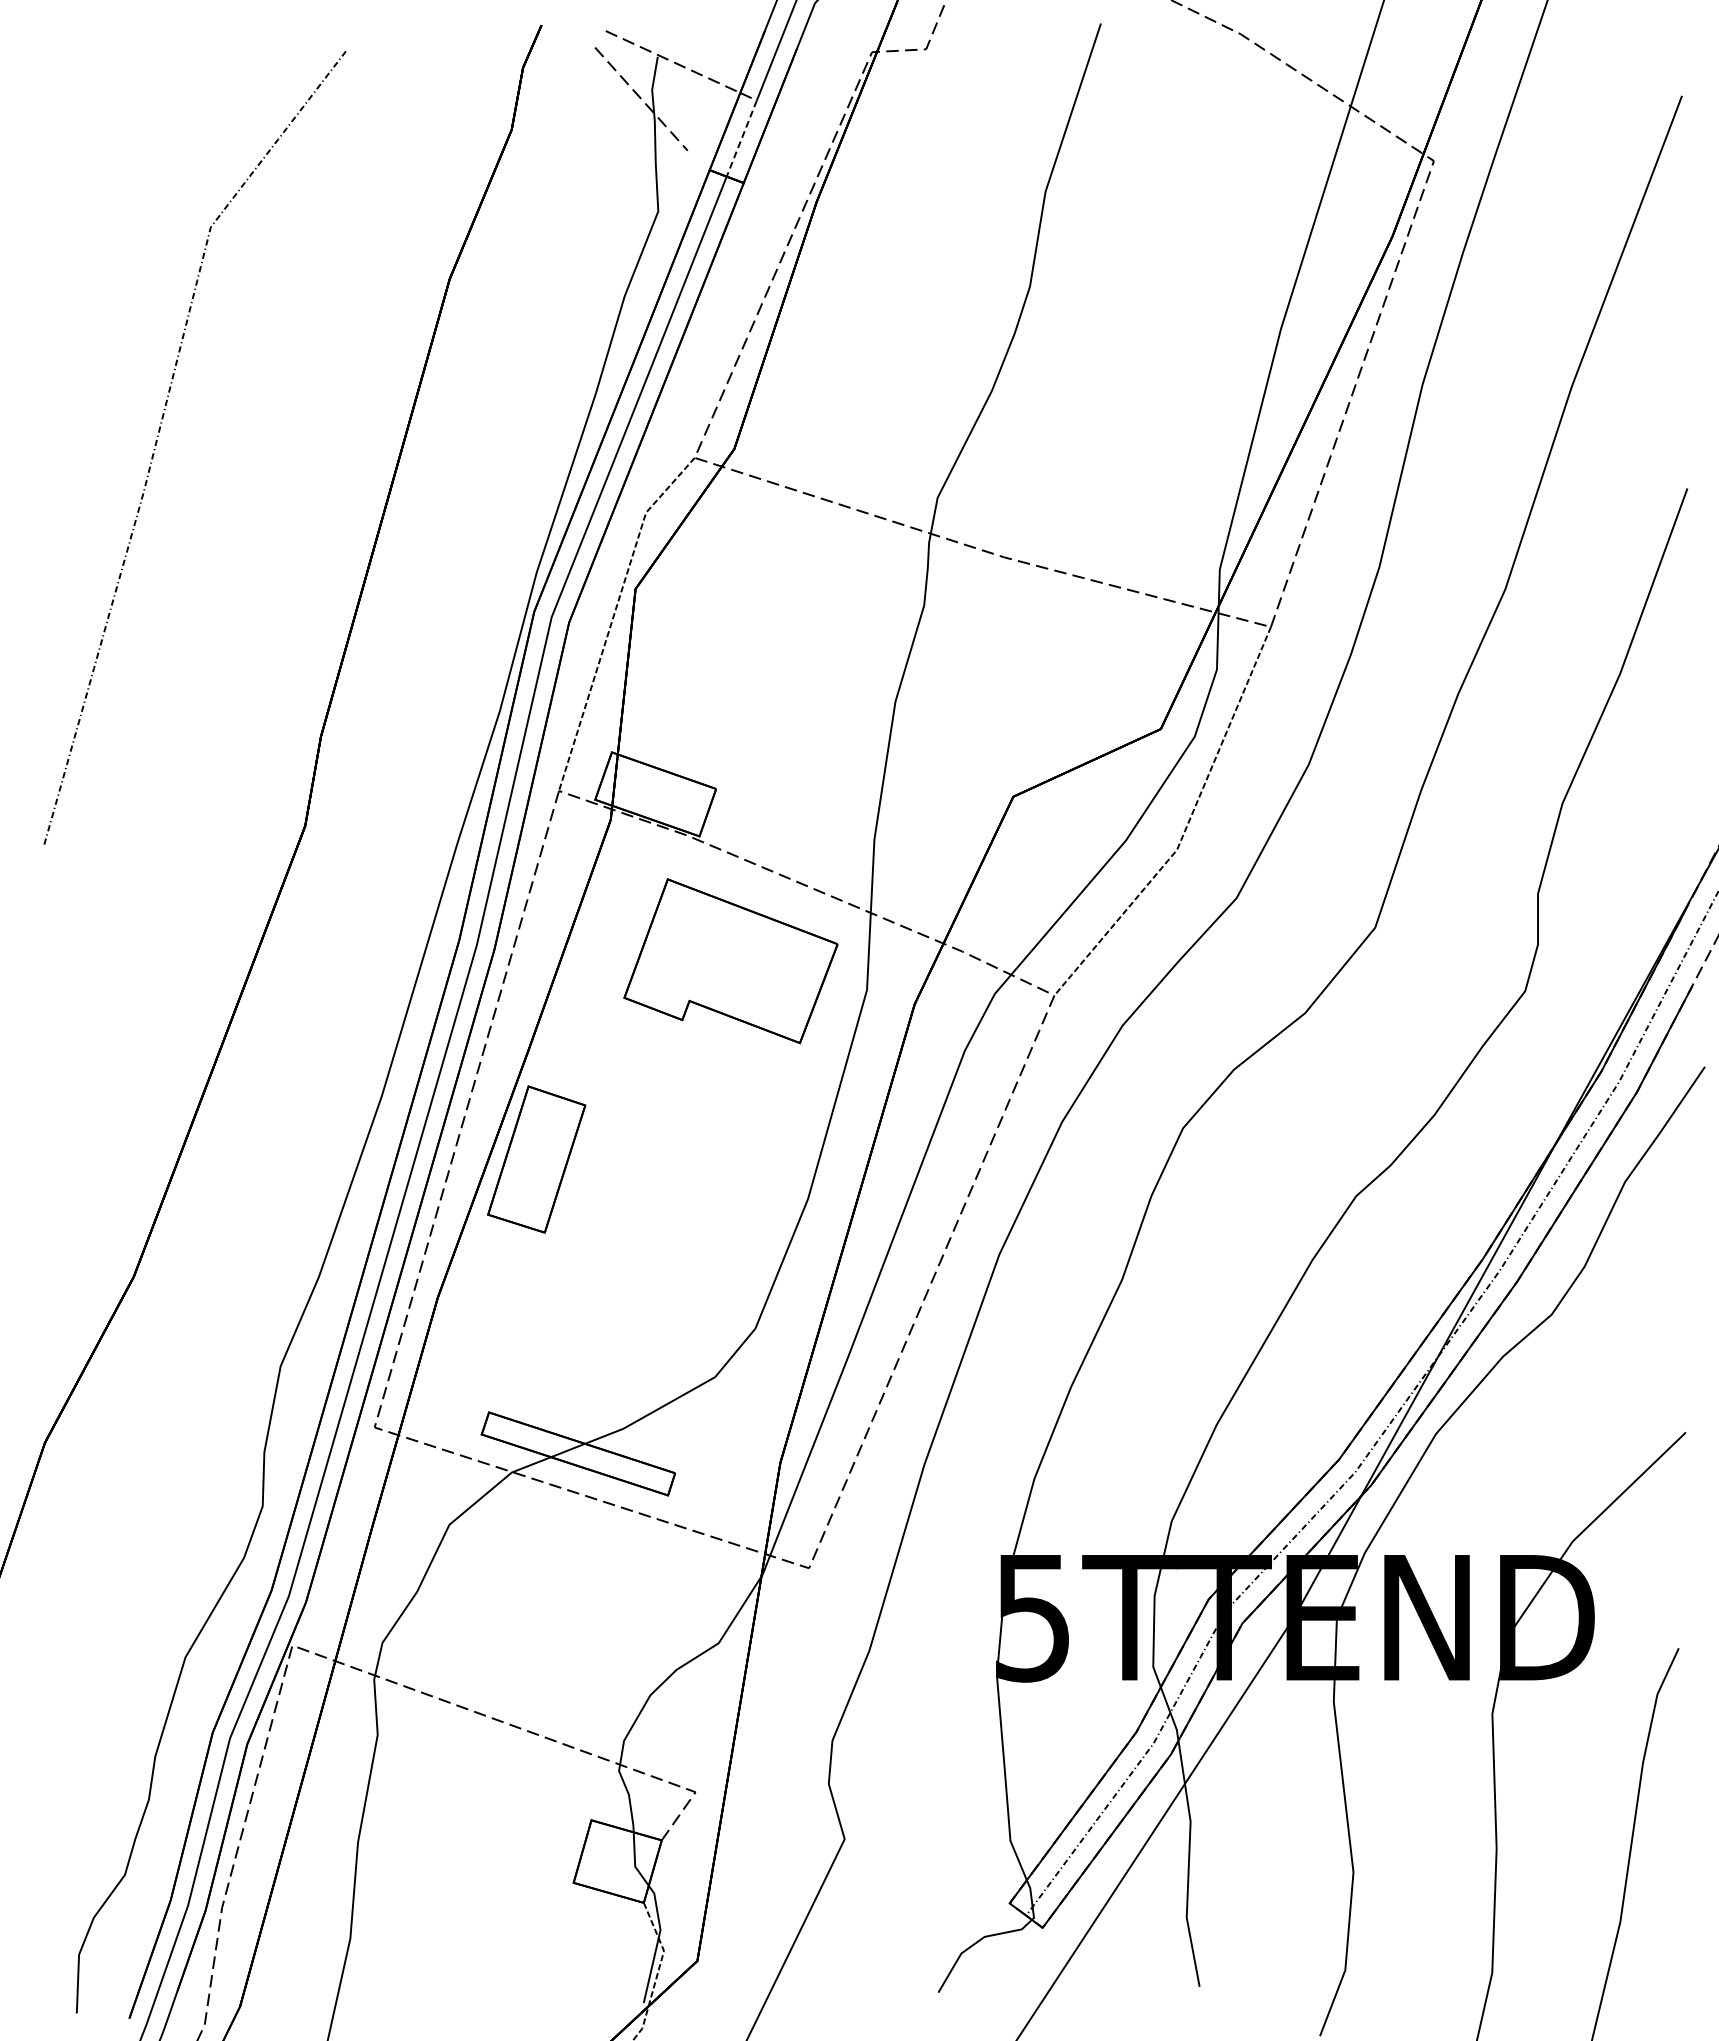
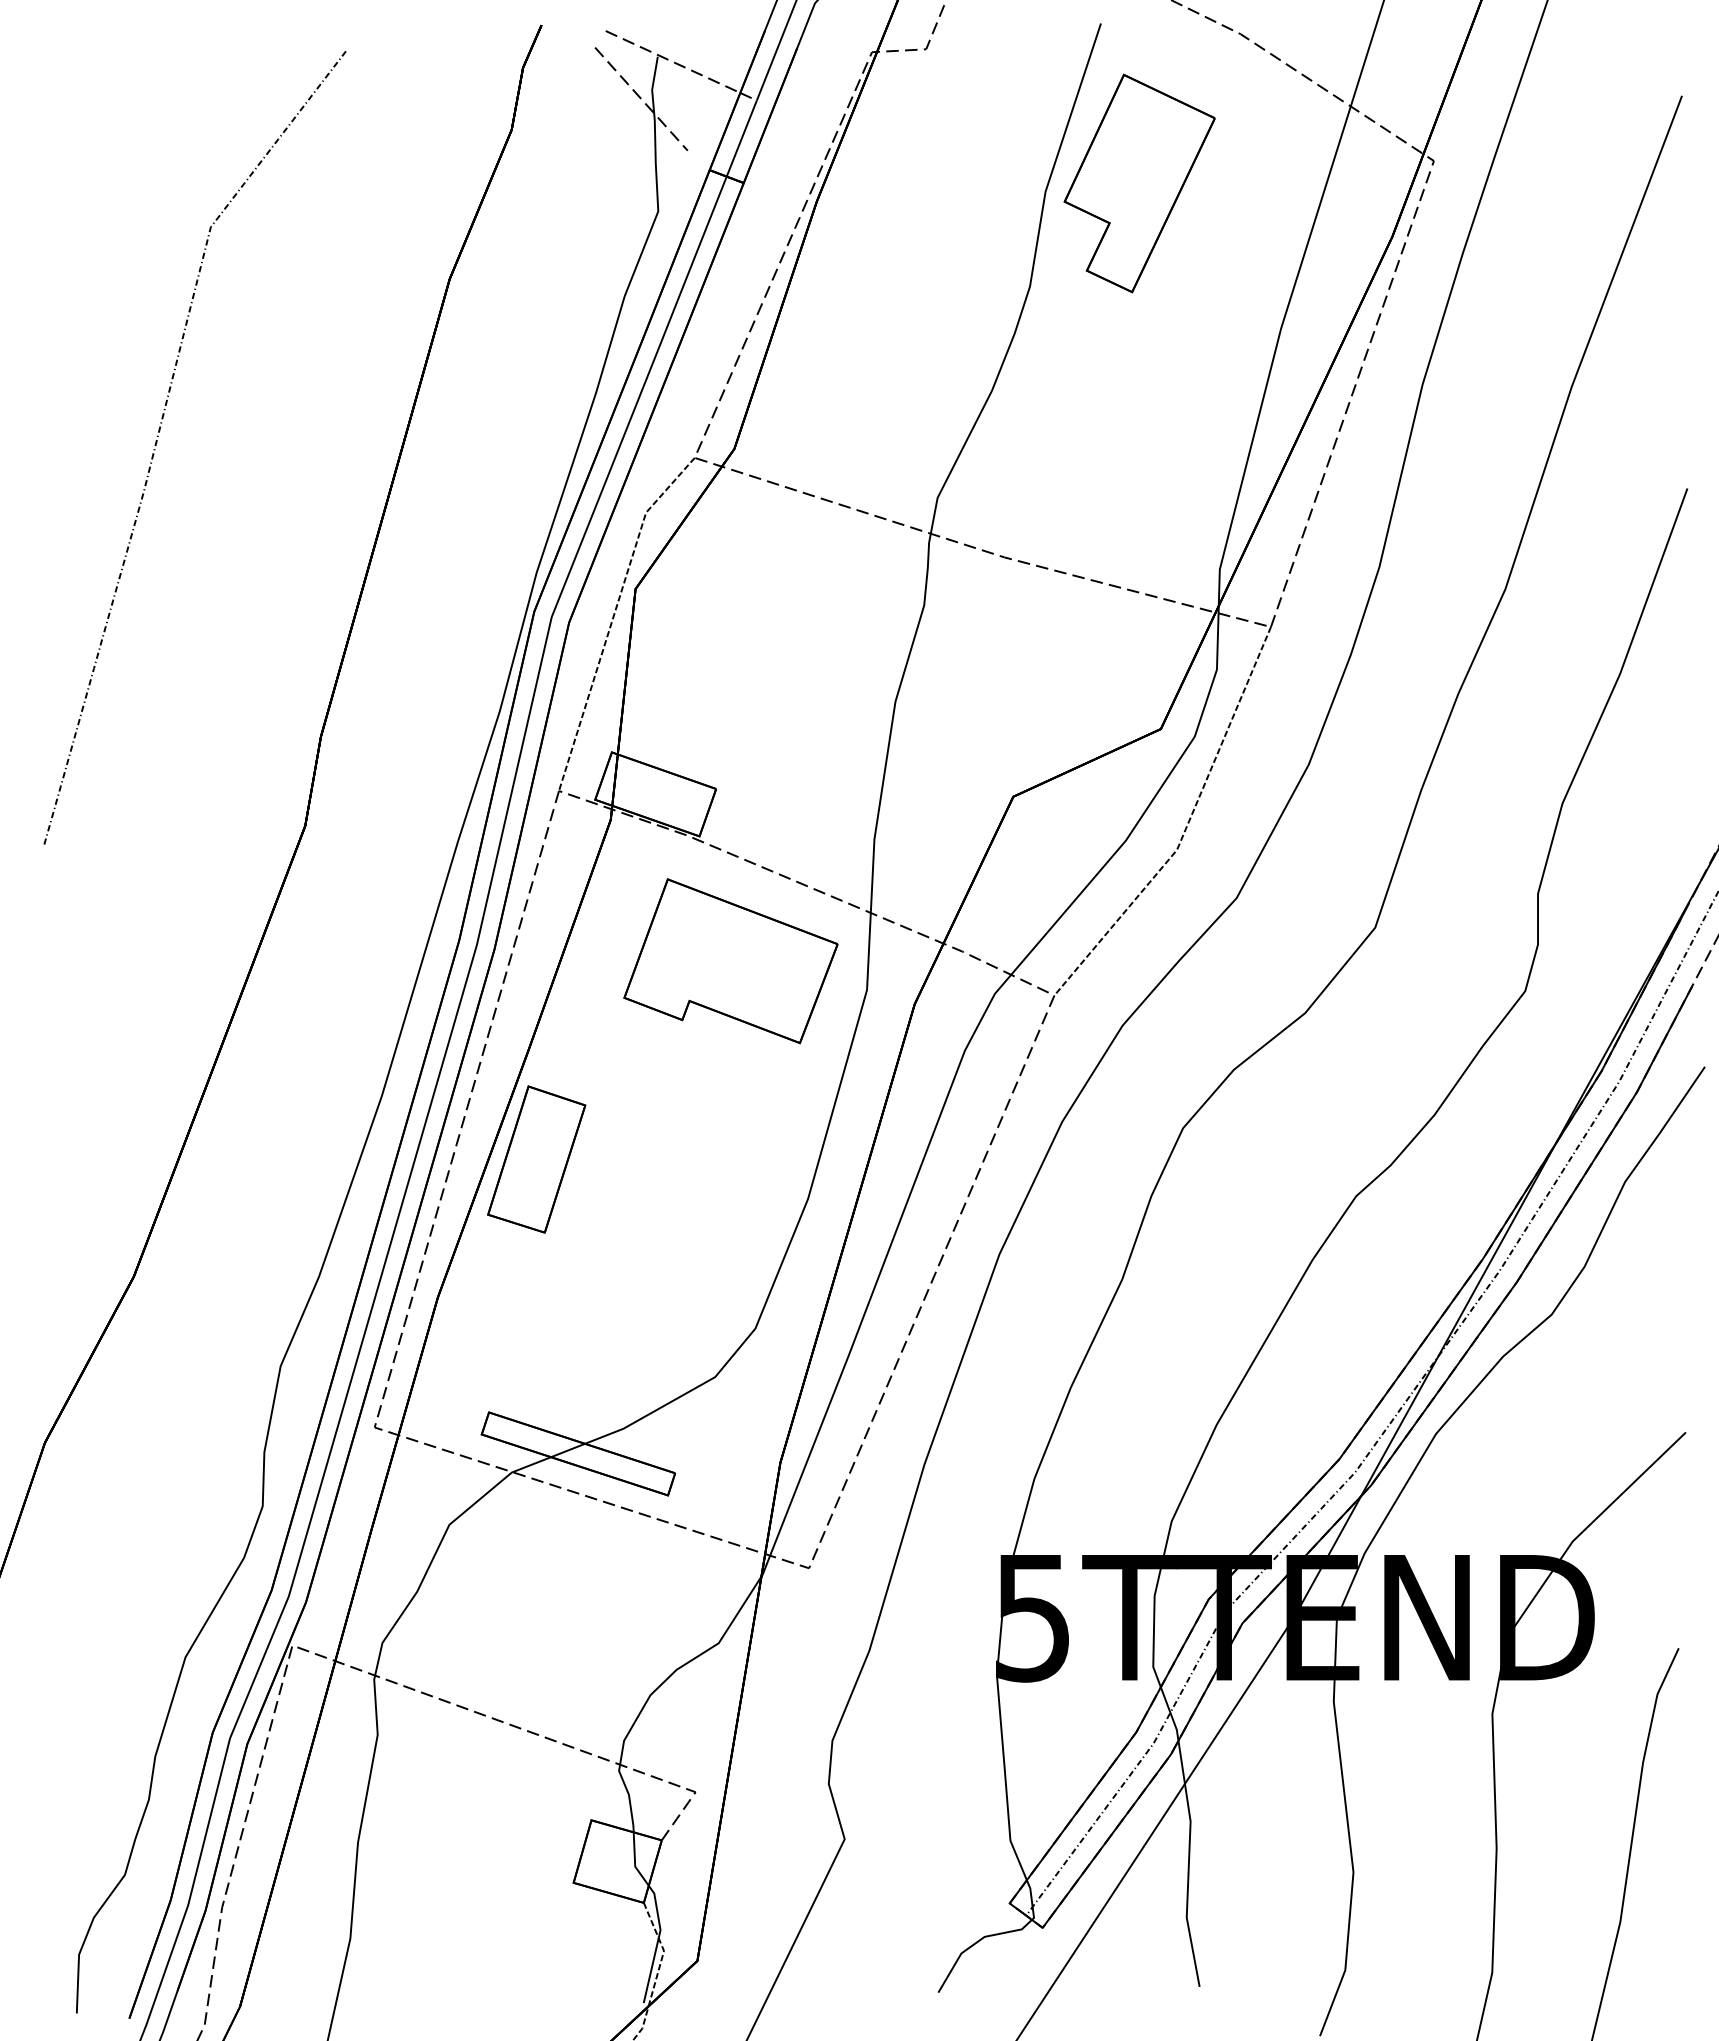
line at (741, 138): dashed -> solid
part at (1139, 183): none -> present
